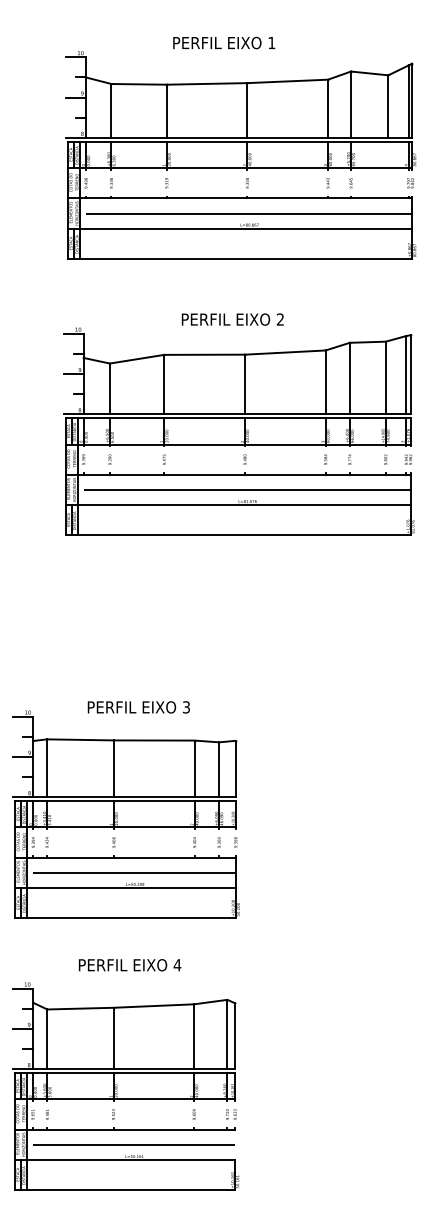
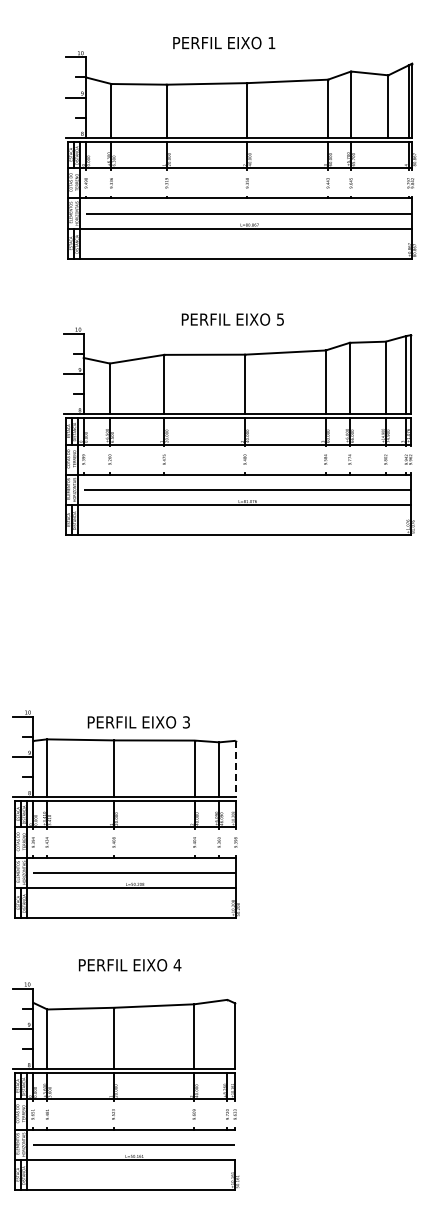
text at (280, 319): 2 -> 5
text at (138, 707) position: (138, 707) -> (138, 722)
line at (235, 769): solid -> dashed
line at (227, 1034): present -> none
